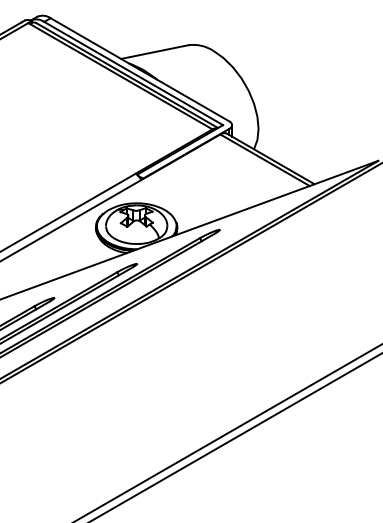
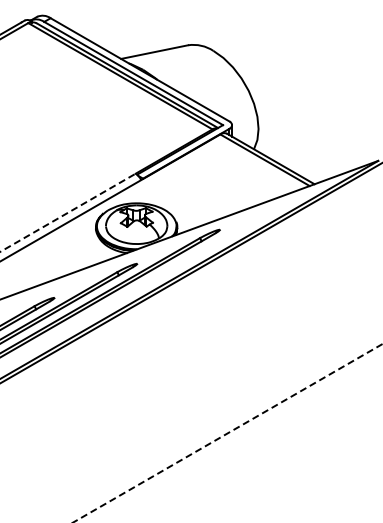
line at (68, 212): solid -> dashed
line at (228, 433): solid -> dashed
line at (236, 436): present -> none
